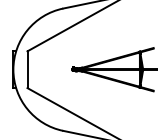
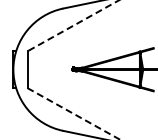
line at (73, 25): solid -> dashed
line at (74, 114): solid -> dashed
